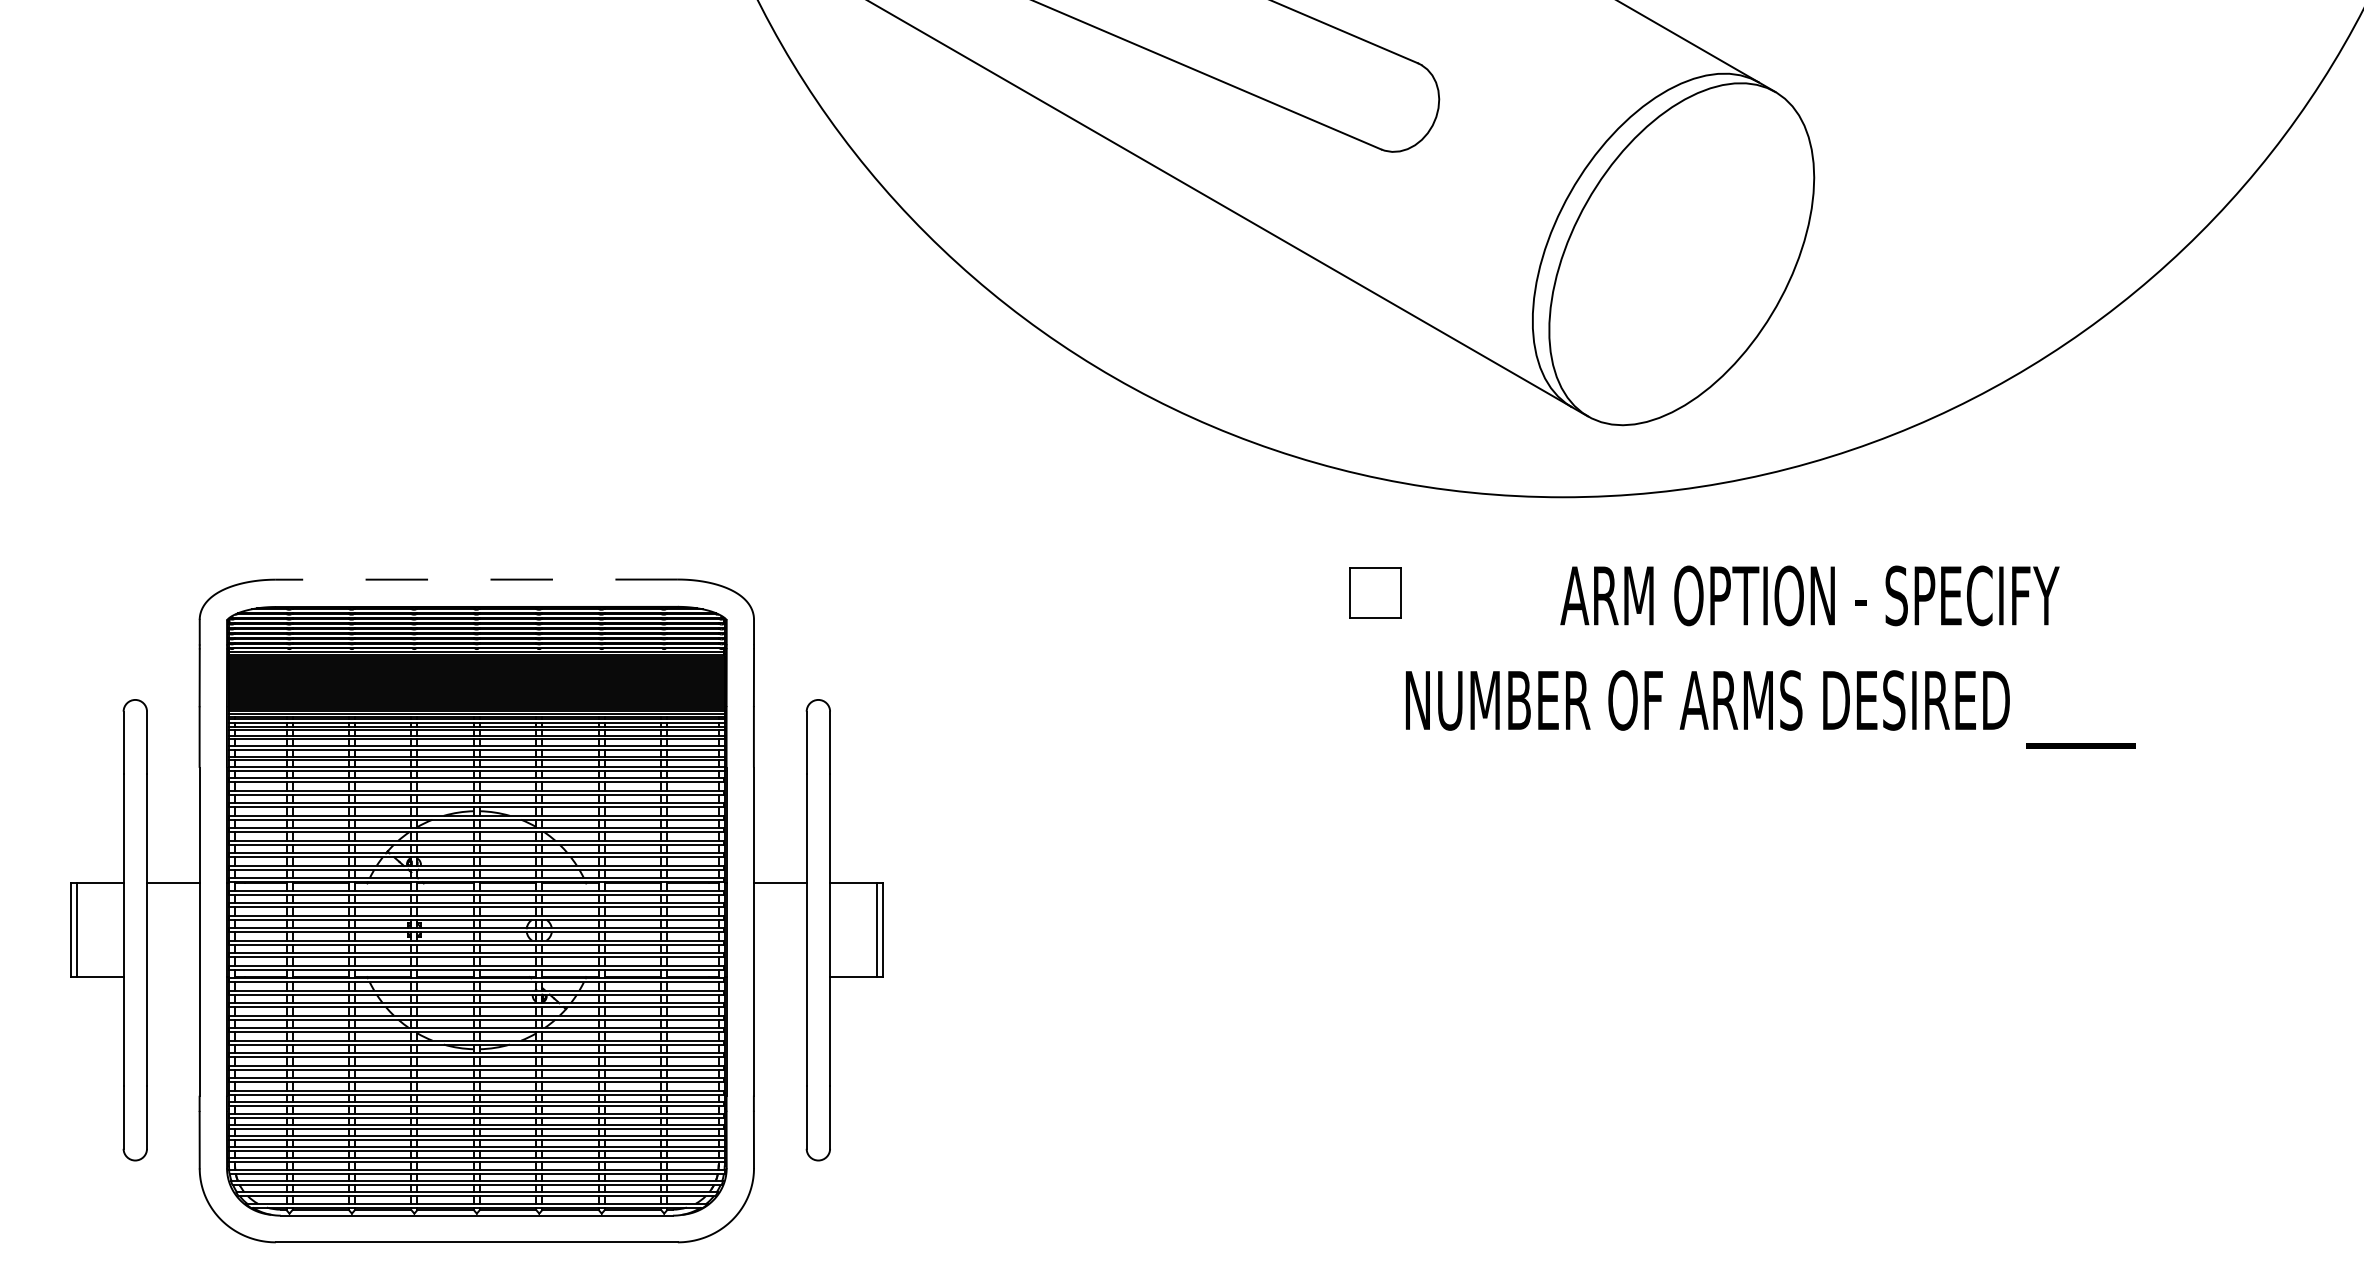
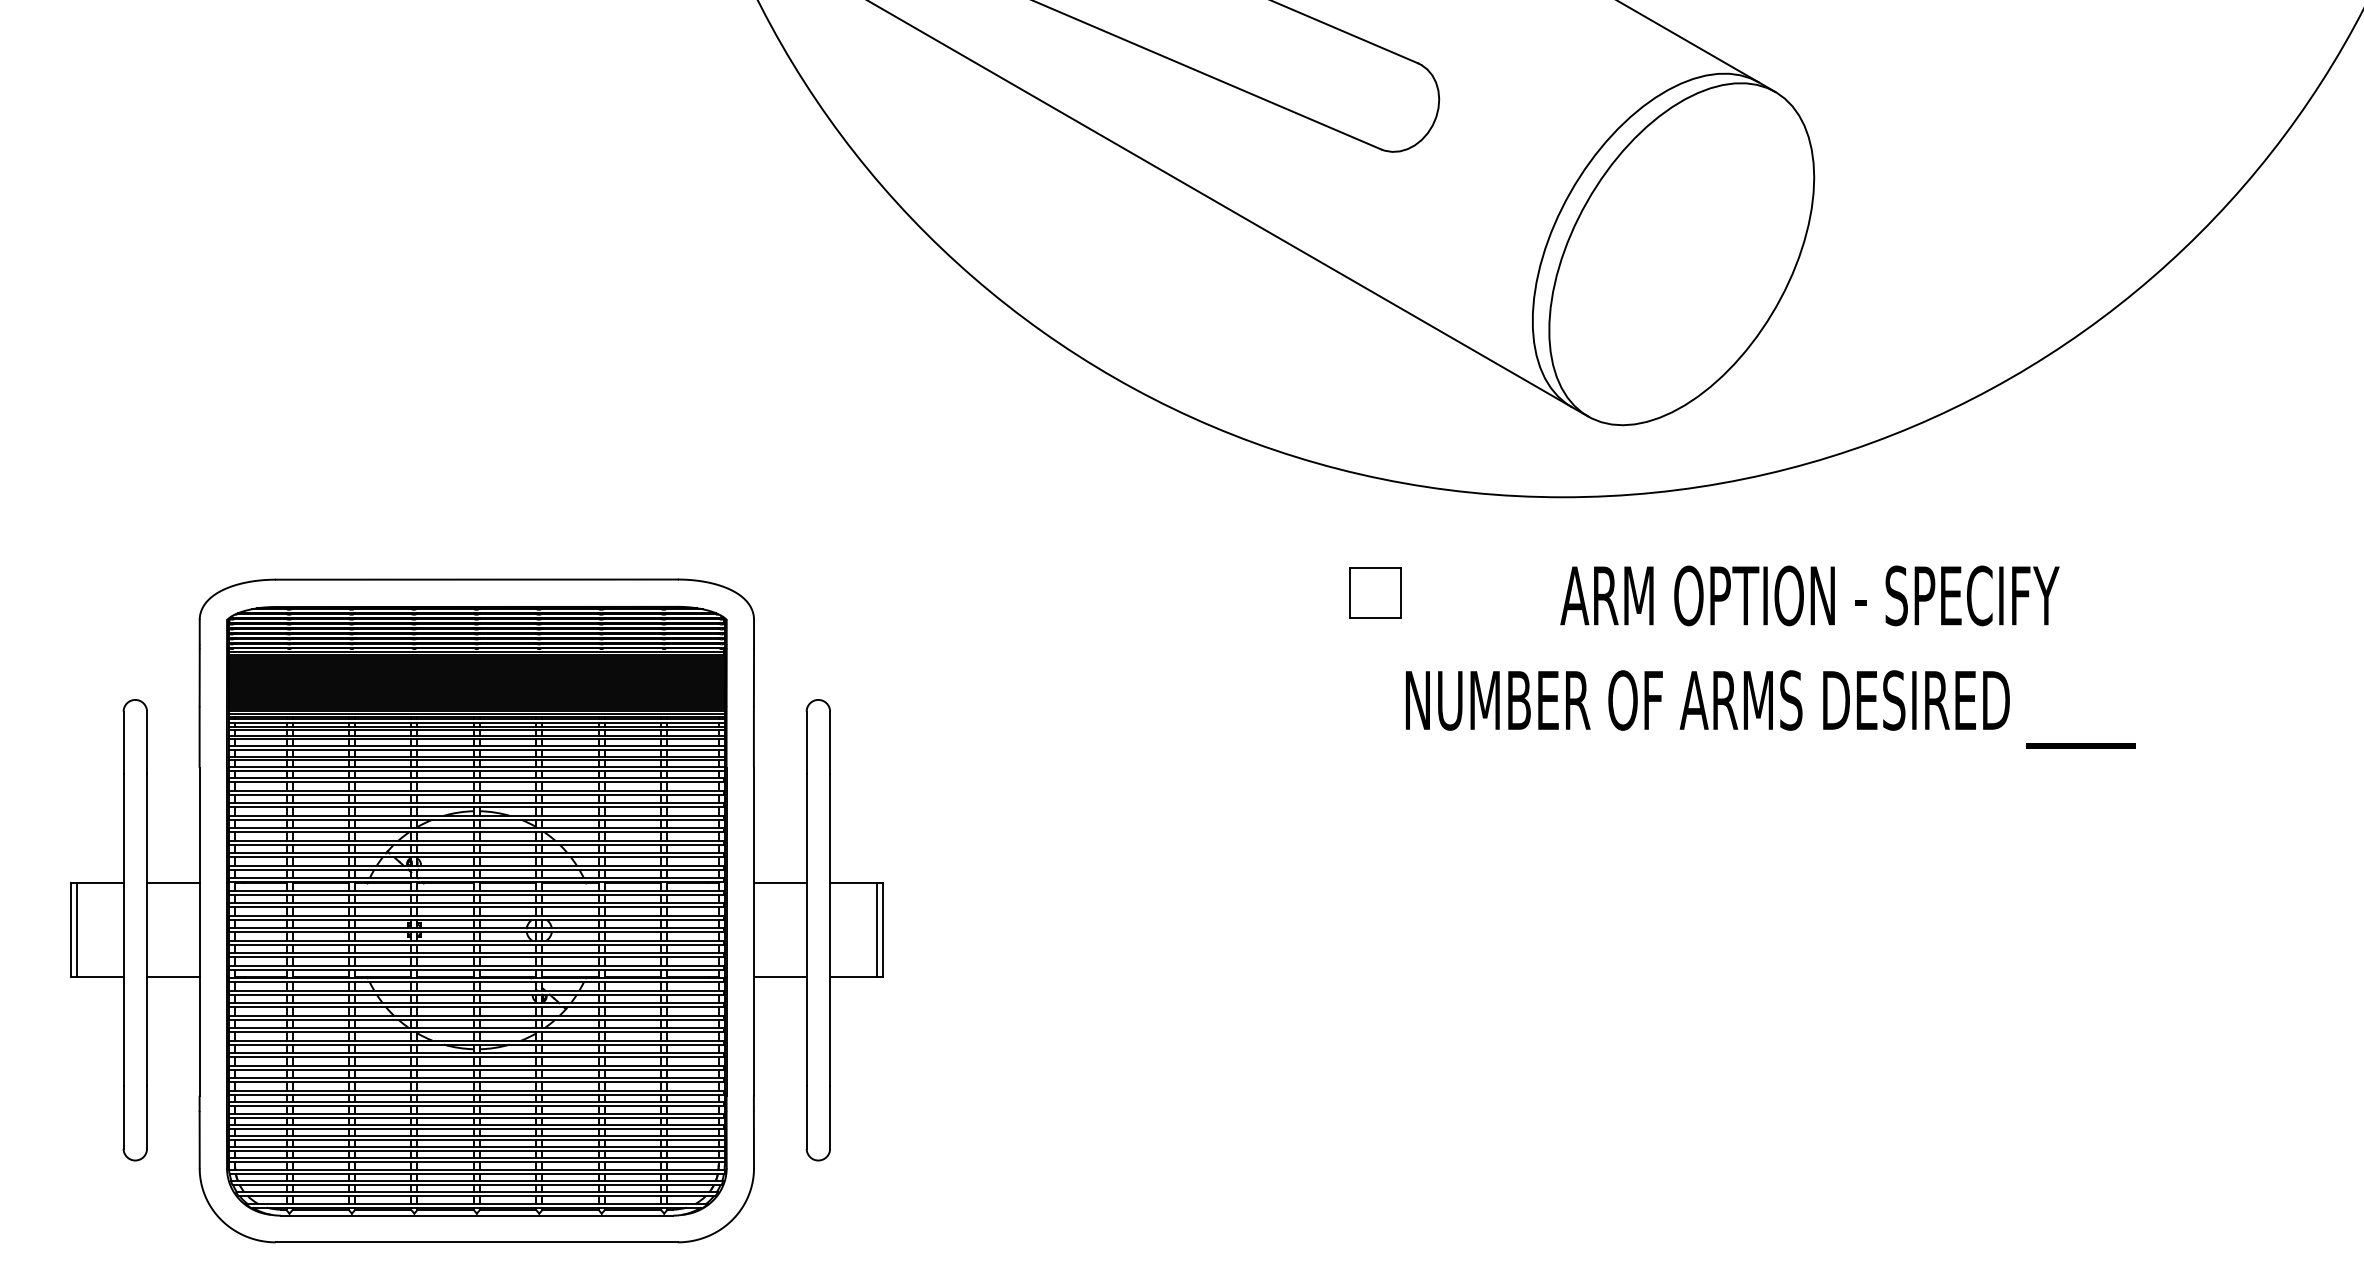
line at (476, 579): dashed -> solid
line at (173, 977): none -> present
line at (779, 977): none -> present
